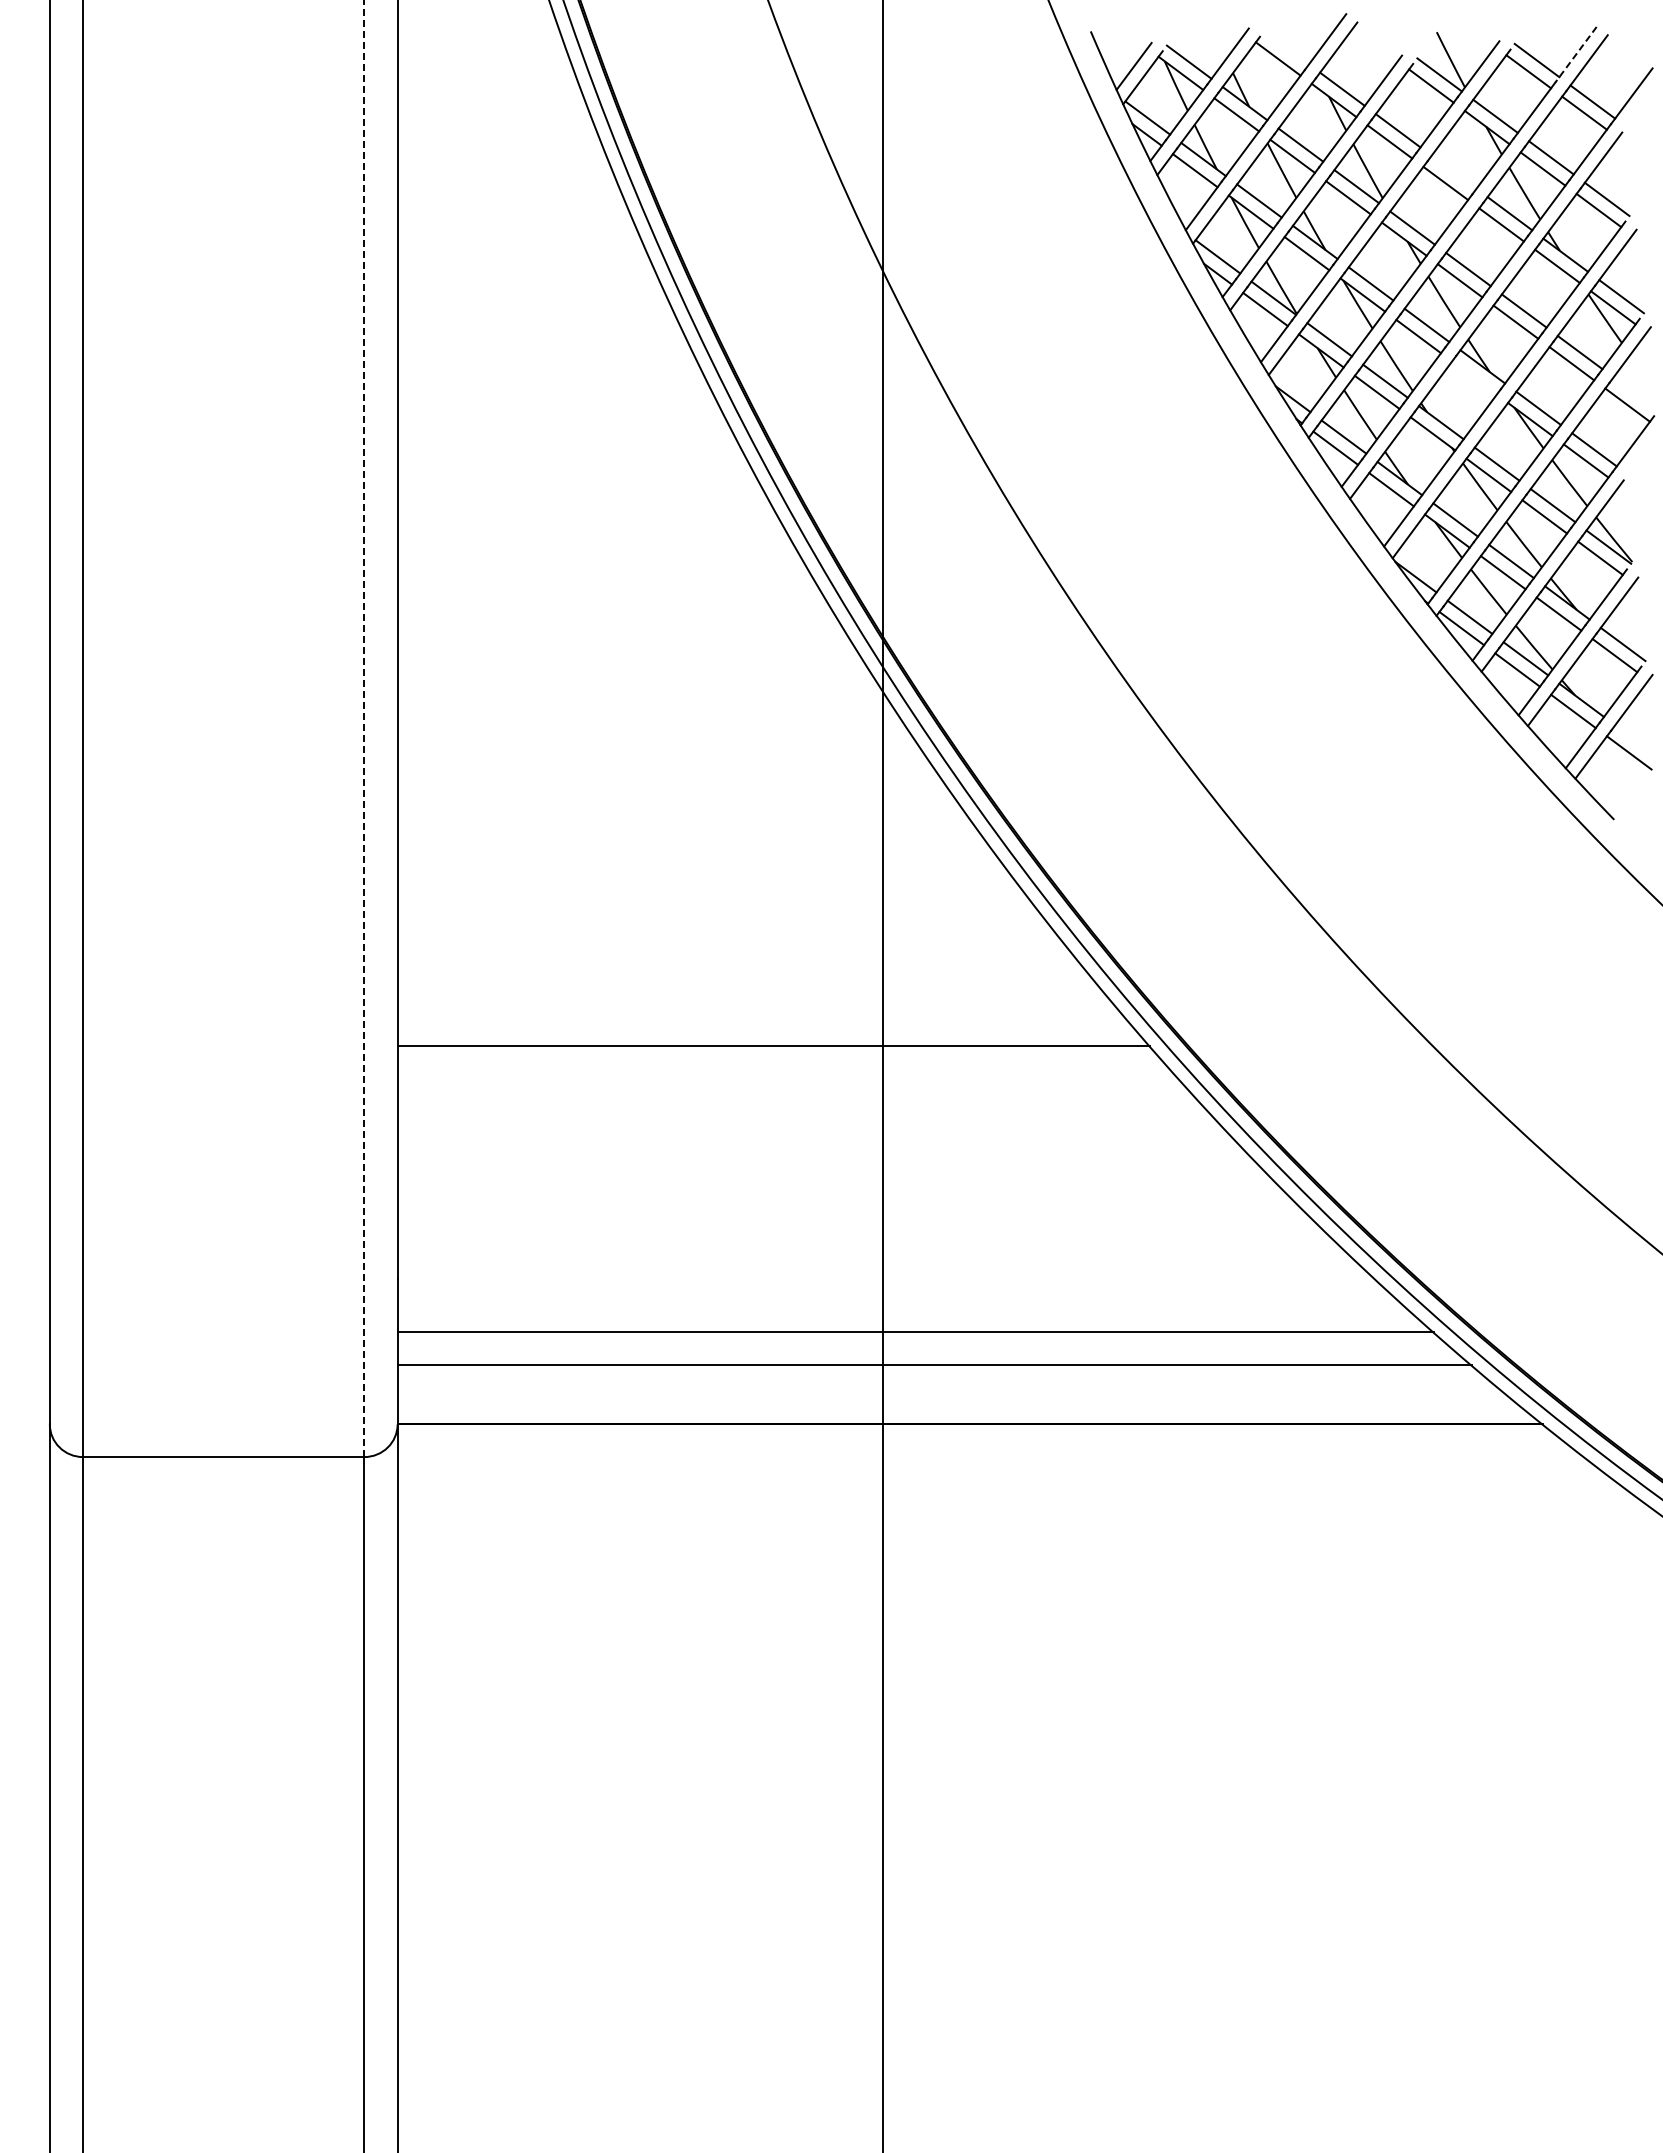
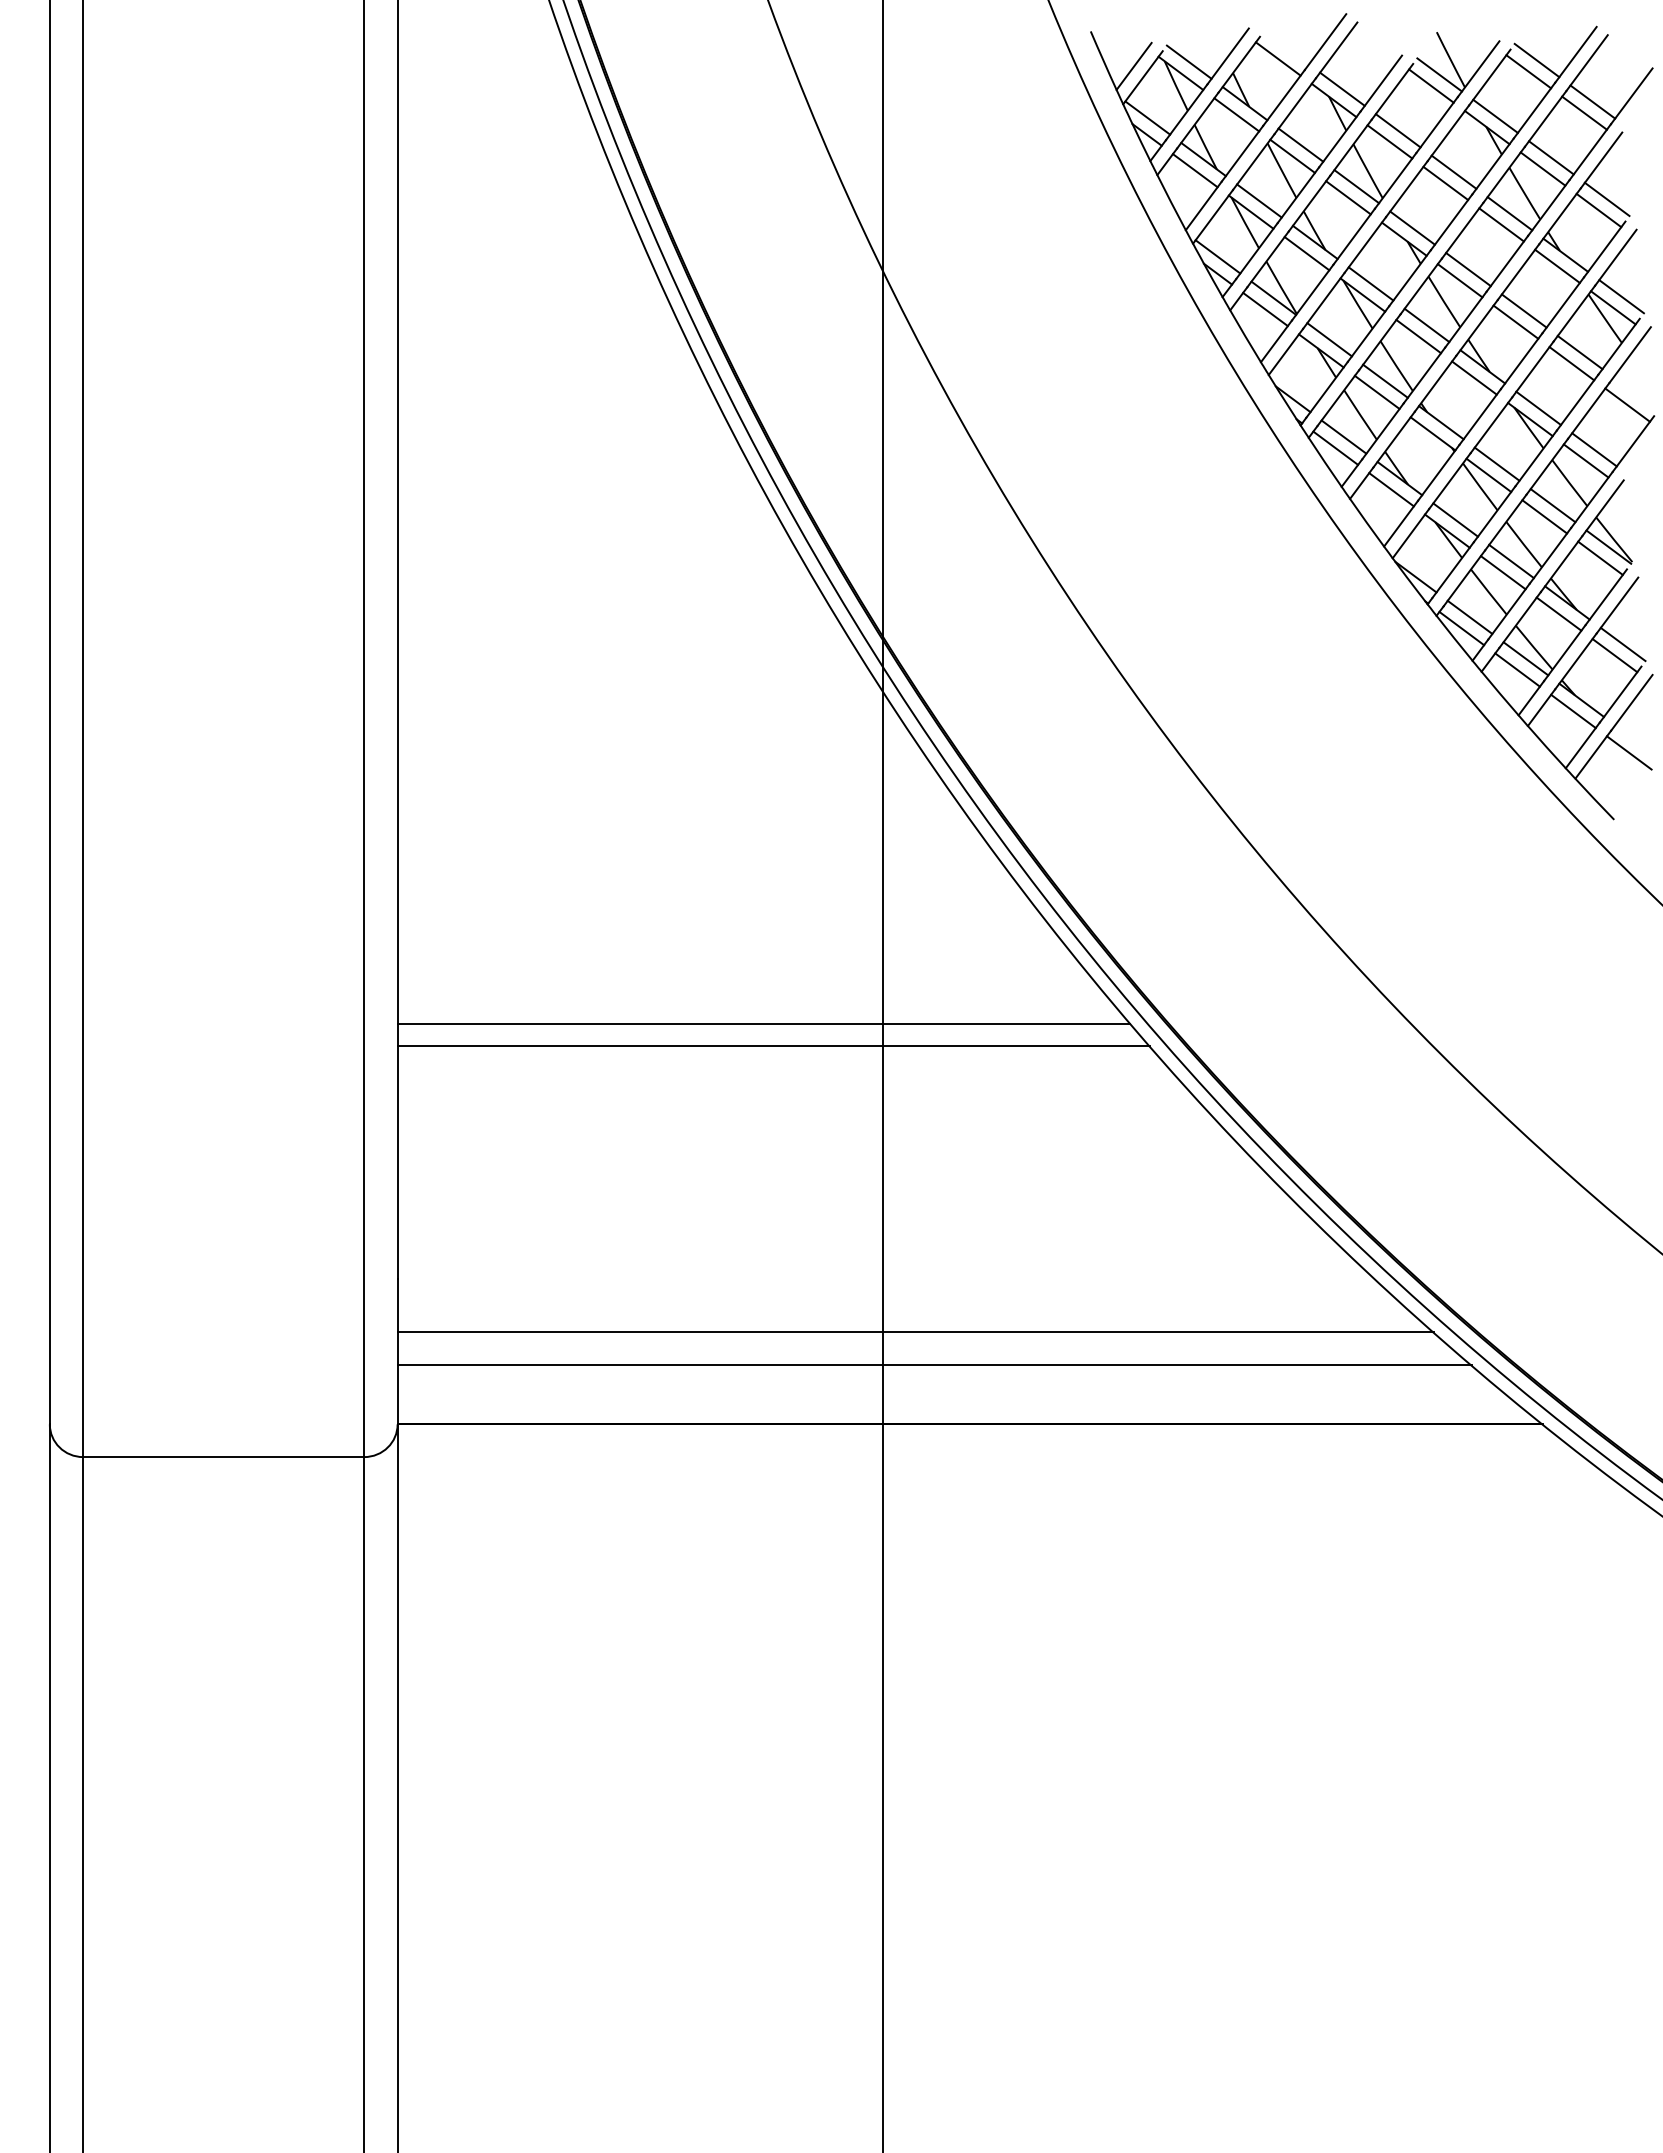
line at (1575, 54): dashed -> solid
line at (1453, 171): none -> present
line at (1474, 377): none -> present
line at (364, 728): dashed -> solid
line at (763, 1023): none -> present
